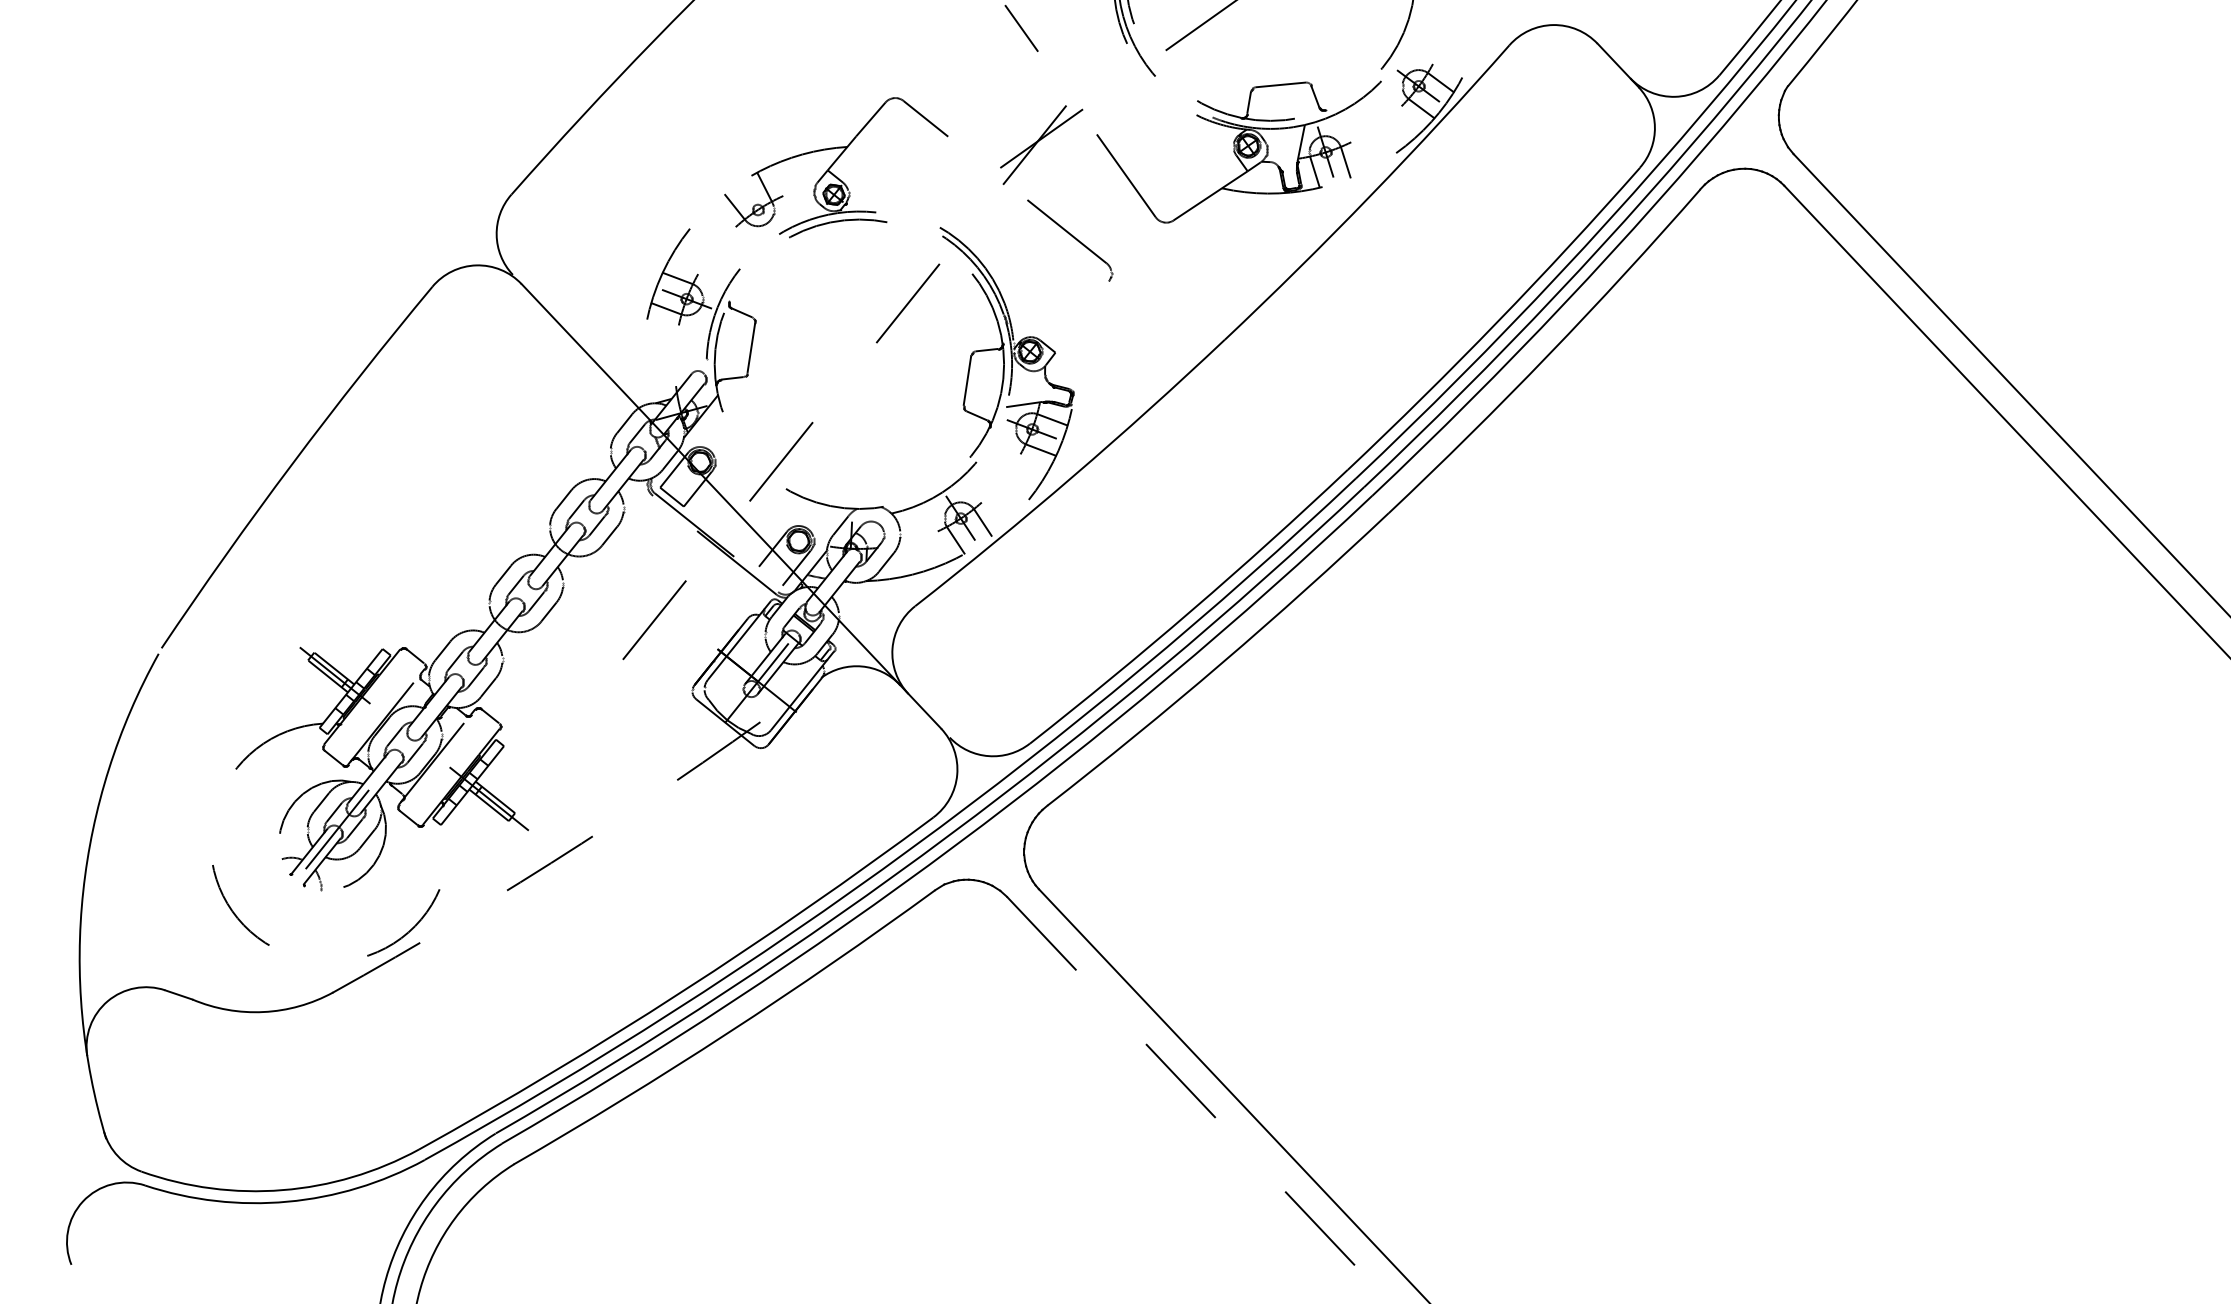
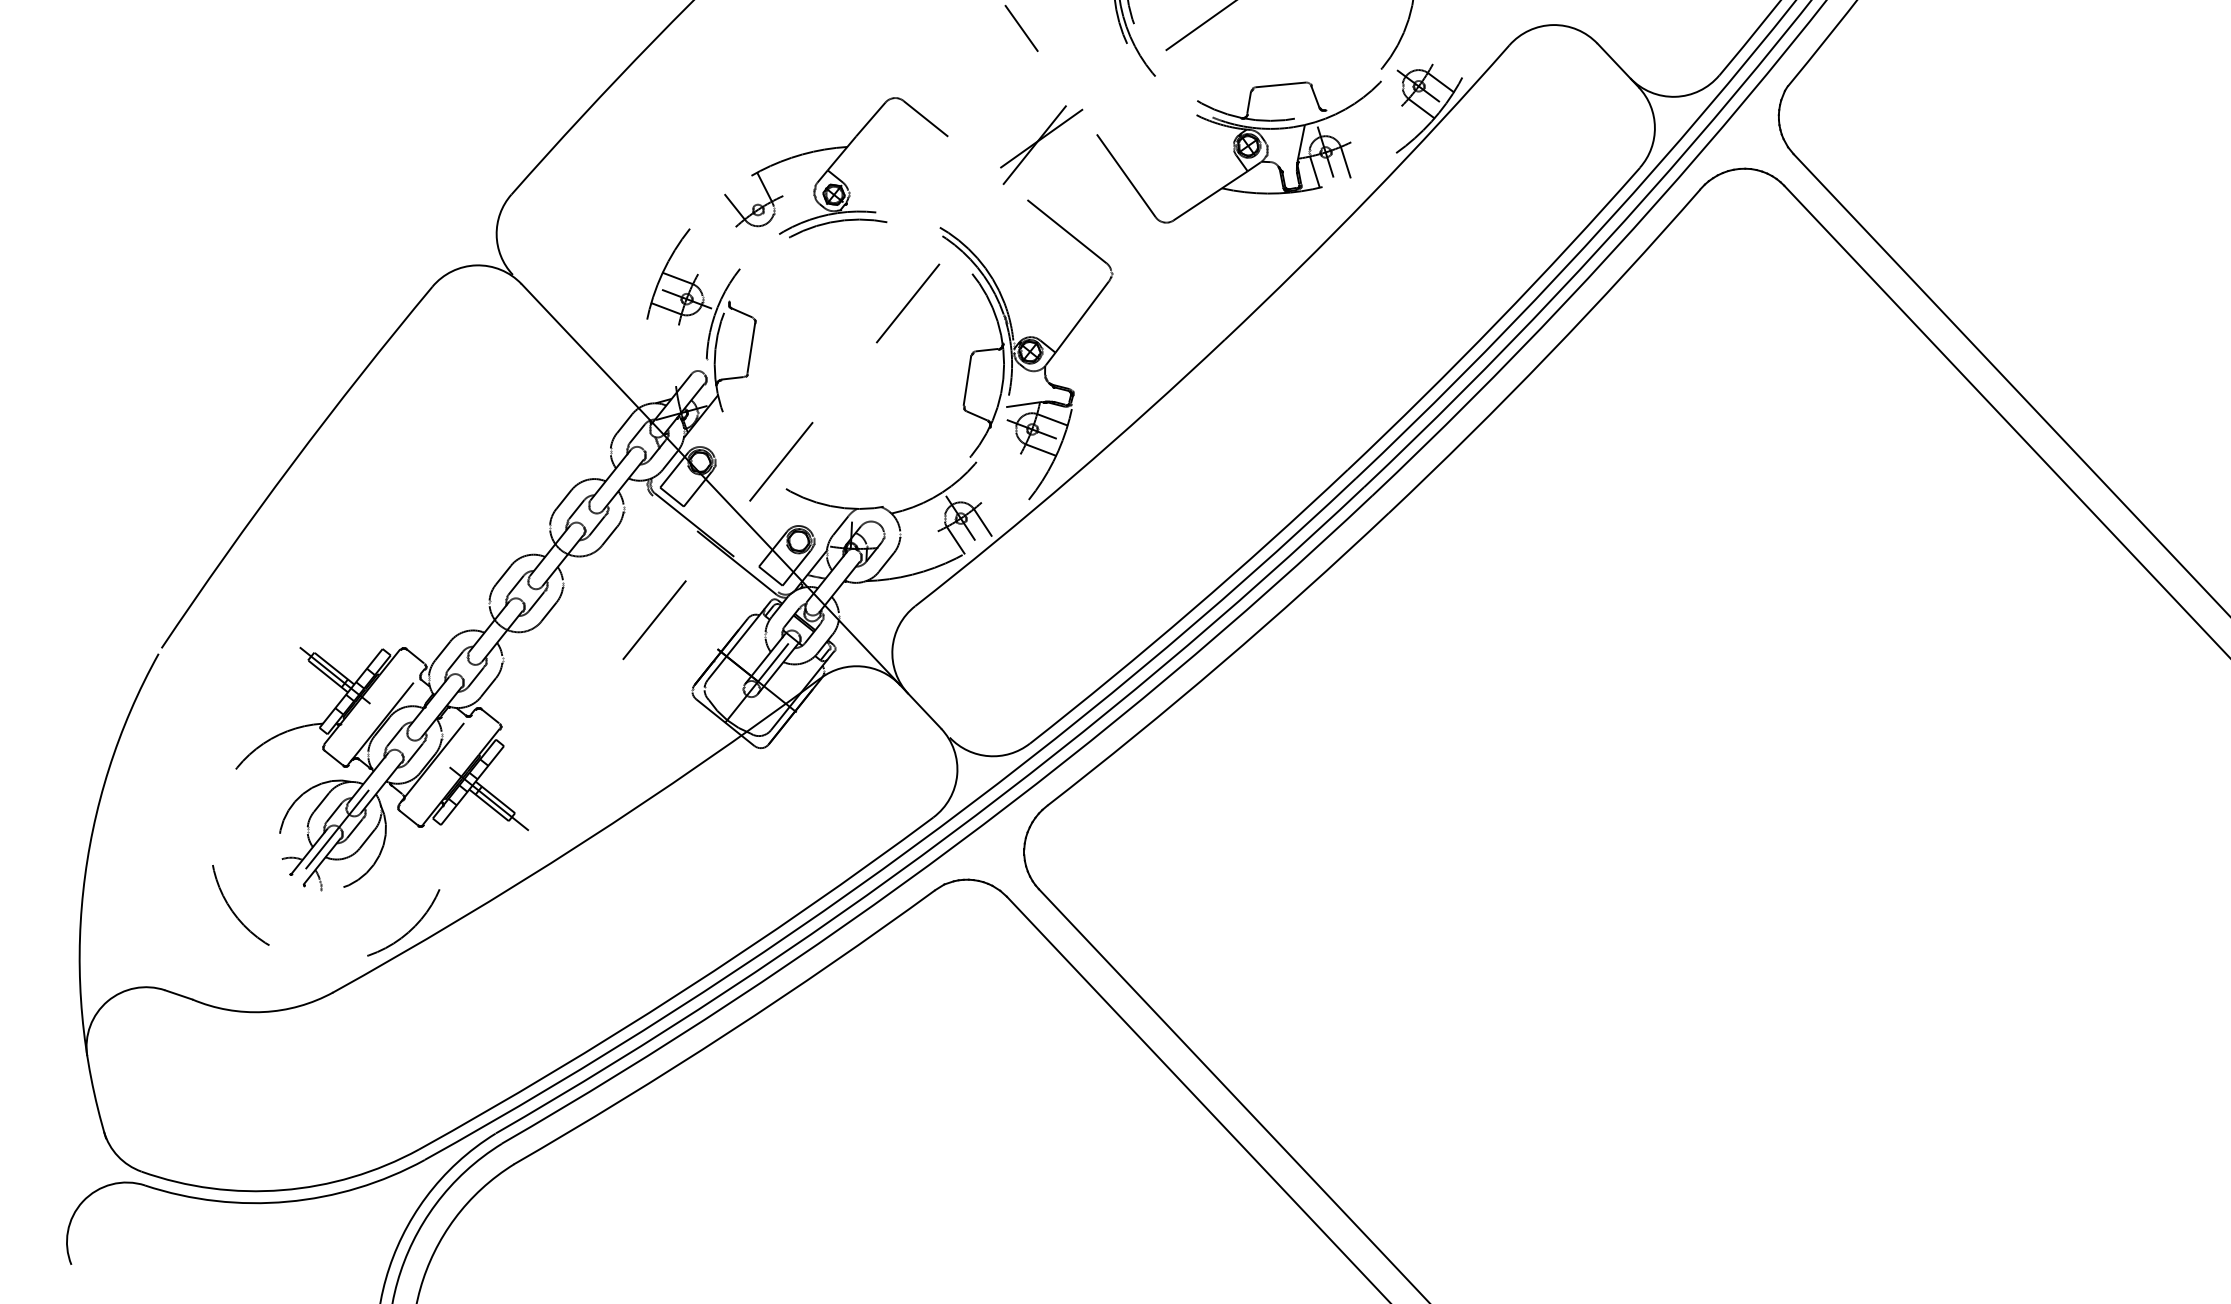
line at (1081, 316): none -> present
line at (770, 575): none -> present
arc at (581, 843): dashed -> solid
line at (1198, 1100): dashed -> solid
